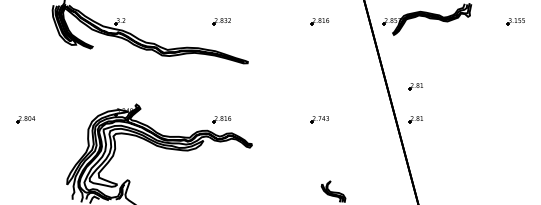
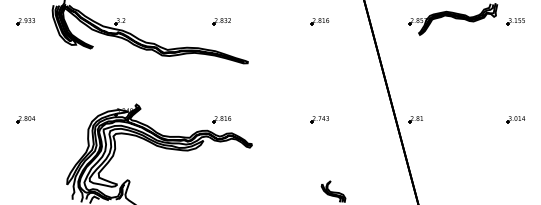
part at (427, 19) position: (427, 19) -> (453, 19)
part at (25, 21): none -> present
part at (415, 86): present -> none
part at (515, 119): none -> present
